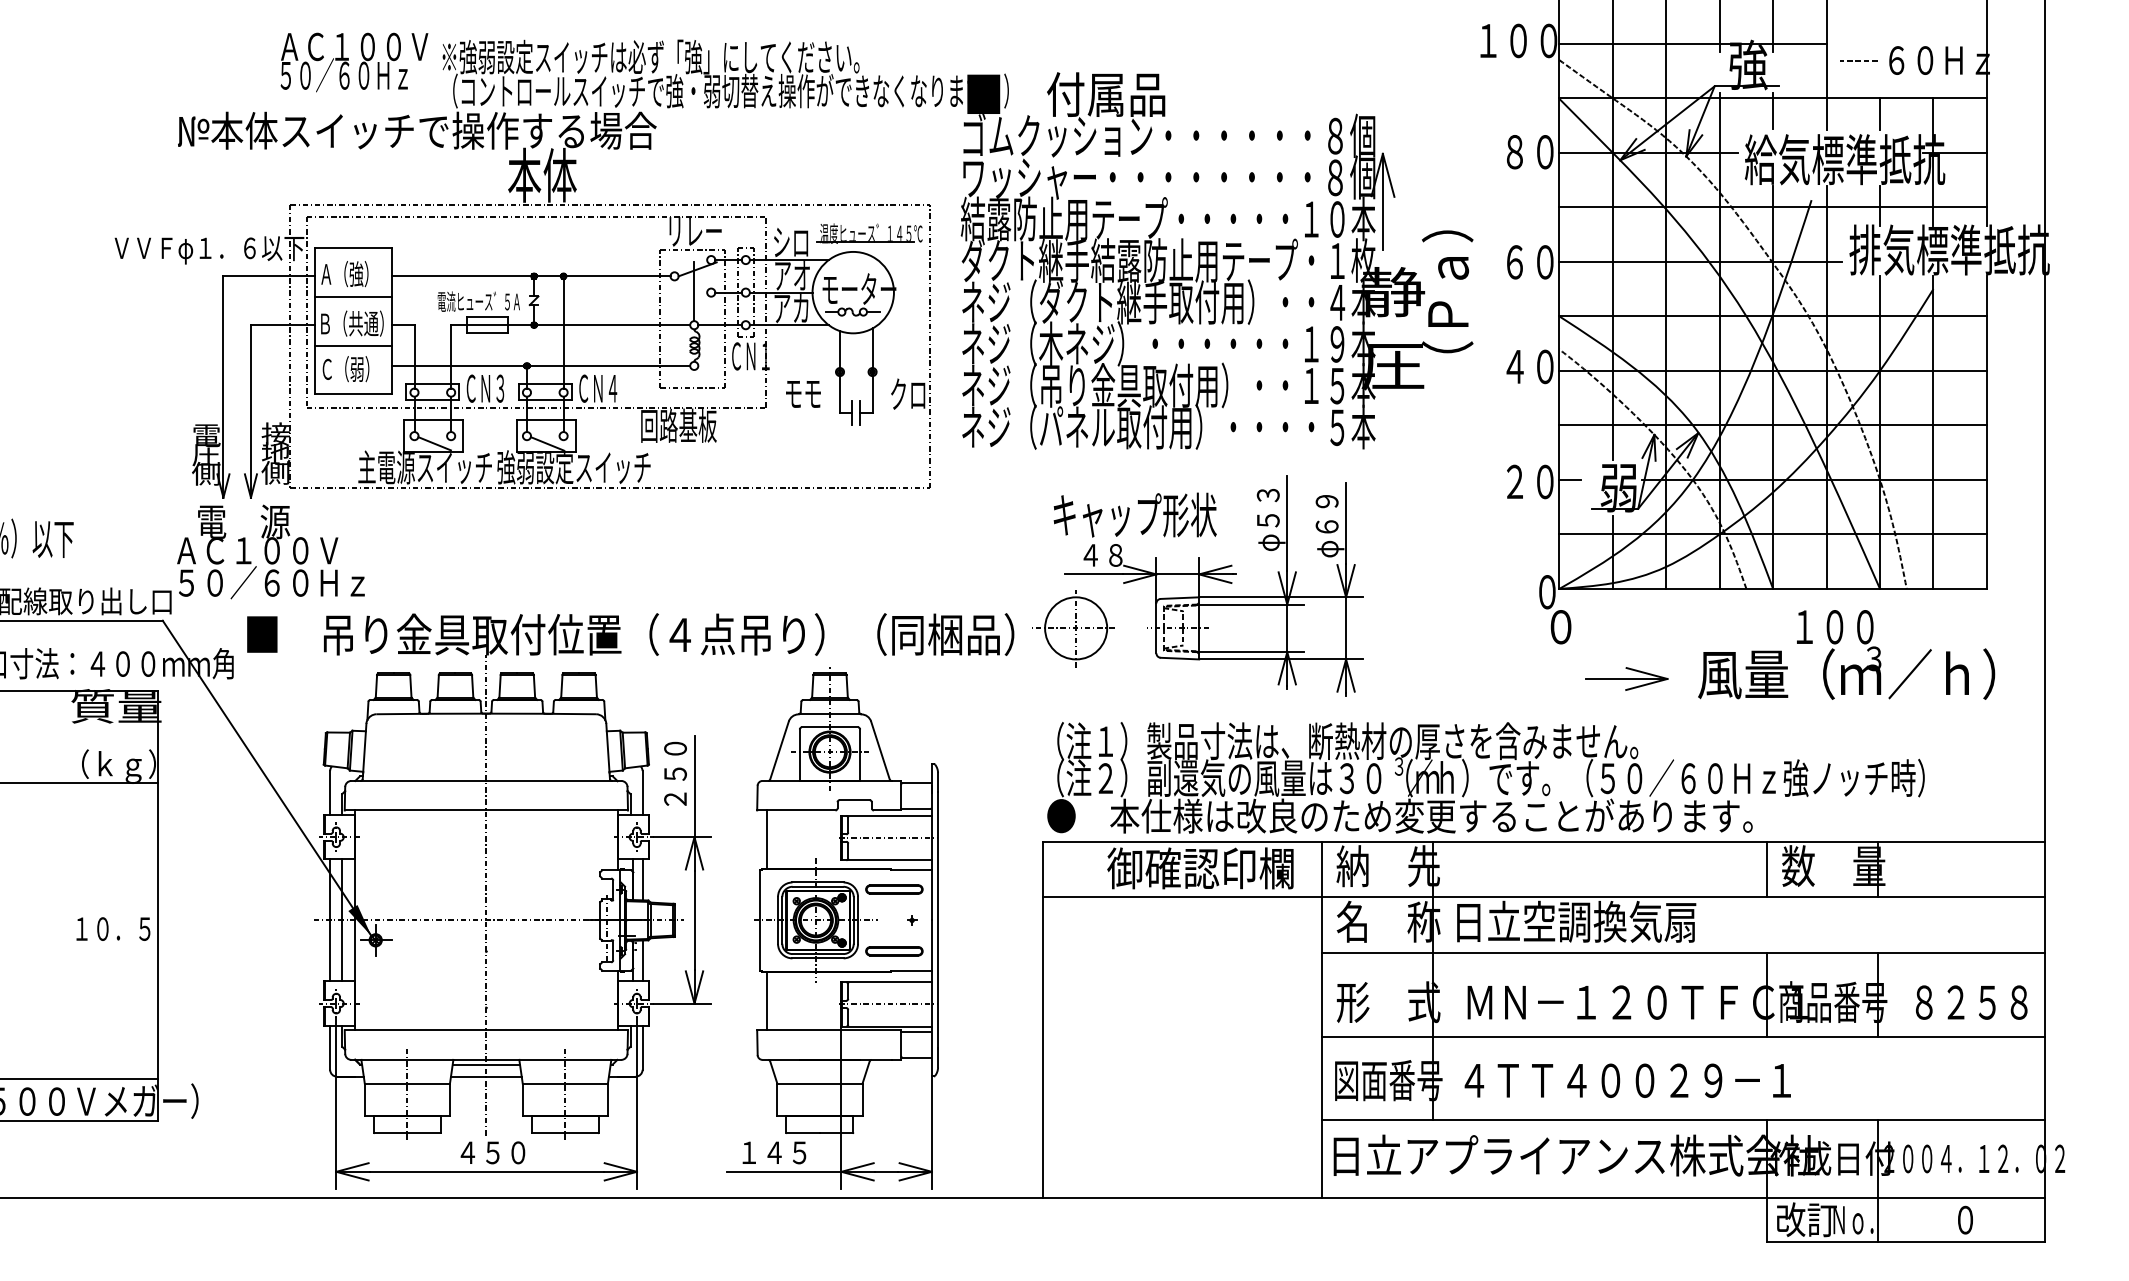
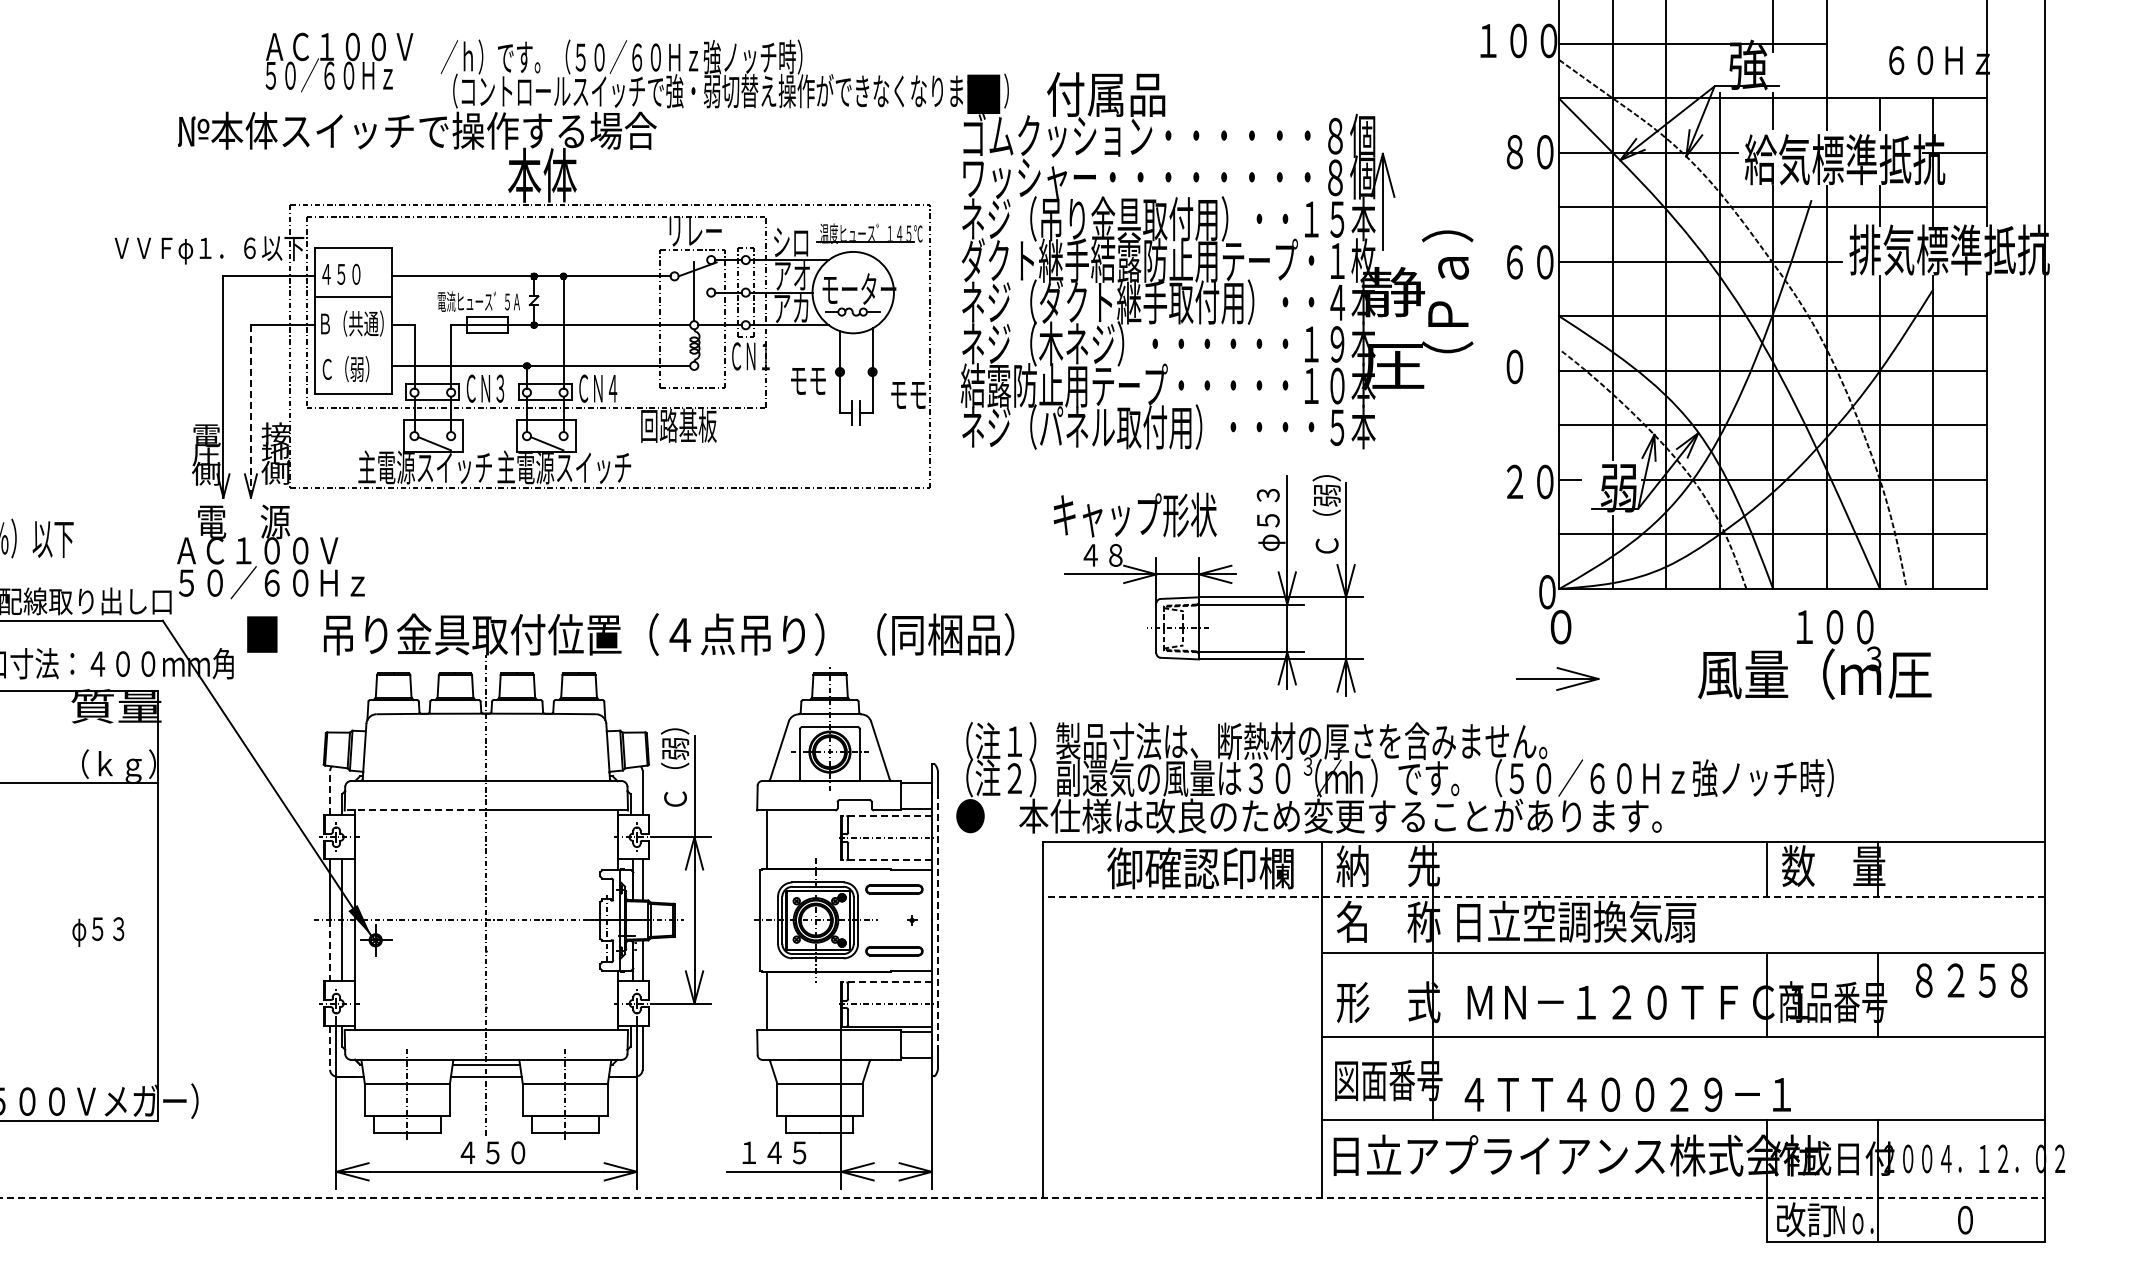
line at (1719, 27): present -> none
text at (649, 56): ※強弱設定スイッチは必ず「強」にしてください。 -> ／ｈ）です。（５０／６０Ｈｚ強ノッチ時）
line at (1858, 60): present -> none
text at (354, 62) position: (354, 62) -> (339, 62)
text at (1152, 218): 結露防止用テープ・・・・・１０本 -> ネジ（吊り金具取付用）・・１５本
text at (344, 274): Ａ（強） -> ４５０
line at (353, 345): present -> none
text at (1529, 366): ４０ -> ０
text at (1152, 385): ネジ（吊り金具取付用）・・１５本 -> 結露防止用テープ・・・・・１０本
text at (908, 393): クロ -> モモ
text at (803, 394) position: (803, 394) -> (808, 381)
line at (250, 411): solid -> dashed
text at (573, 467): 強弱設定スイッチ -> 主電源スイッチ
text at (1328, 516): φ６９ -> Ｃ（弱）
part at (1073, 628): present -> none
text at (1941, 673): ／ｈ） -> 圧
part at (1626, 678) position: (1626, 678) -> (1557, 678)
text at (675, 767): ２５０ -> Ｃ（弱）
text at (1485, 777) position: (1485, 777) -> (1394, 777)
line at (330, 792): solid -> dashed
line at (415, 810): solid -> dashed
line at (886, 815): solid -> dashed
line at (886, 860): solid -> dashed
line at (1544, 897): solid -> dashed
line at (938, 920): solid -> dashed
text at (111, 931): １０．５ -> φ５３
line at (330, 951): solid -> dashed
line at (886, 982): solid -> dashed
text at (1971, 1002) position: (1971, 1002) -> (1971, 980)
line at (330, 1048): solid -> dashed
line at (80, 1079): present -> none
text at (1627, 1080) position: (1627, 1080) -> (1627, 1094)
line at (1023, 1197): solid -> dashed
